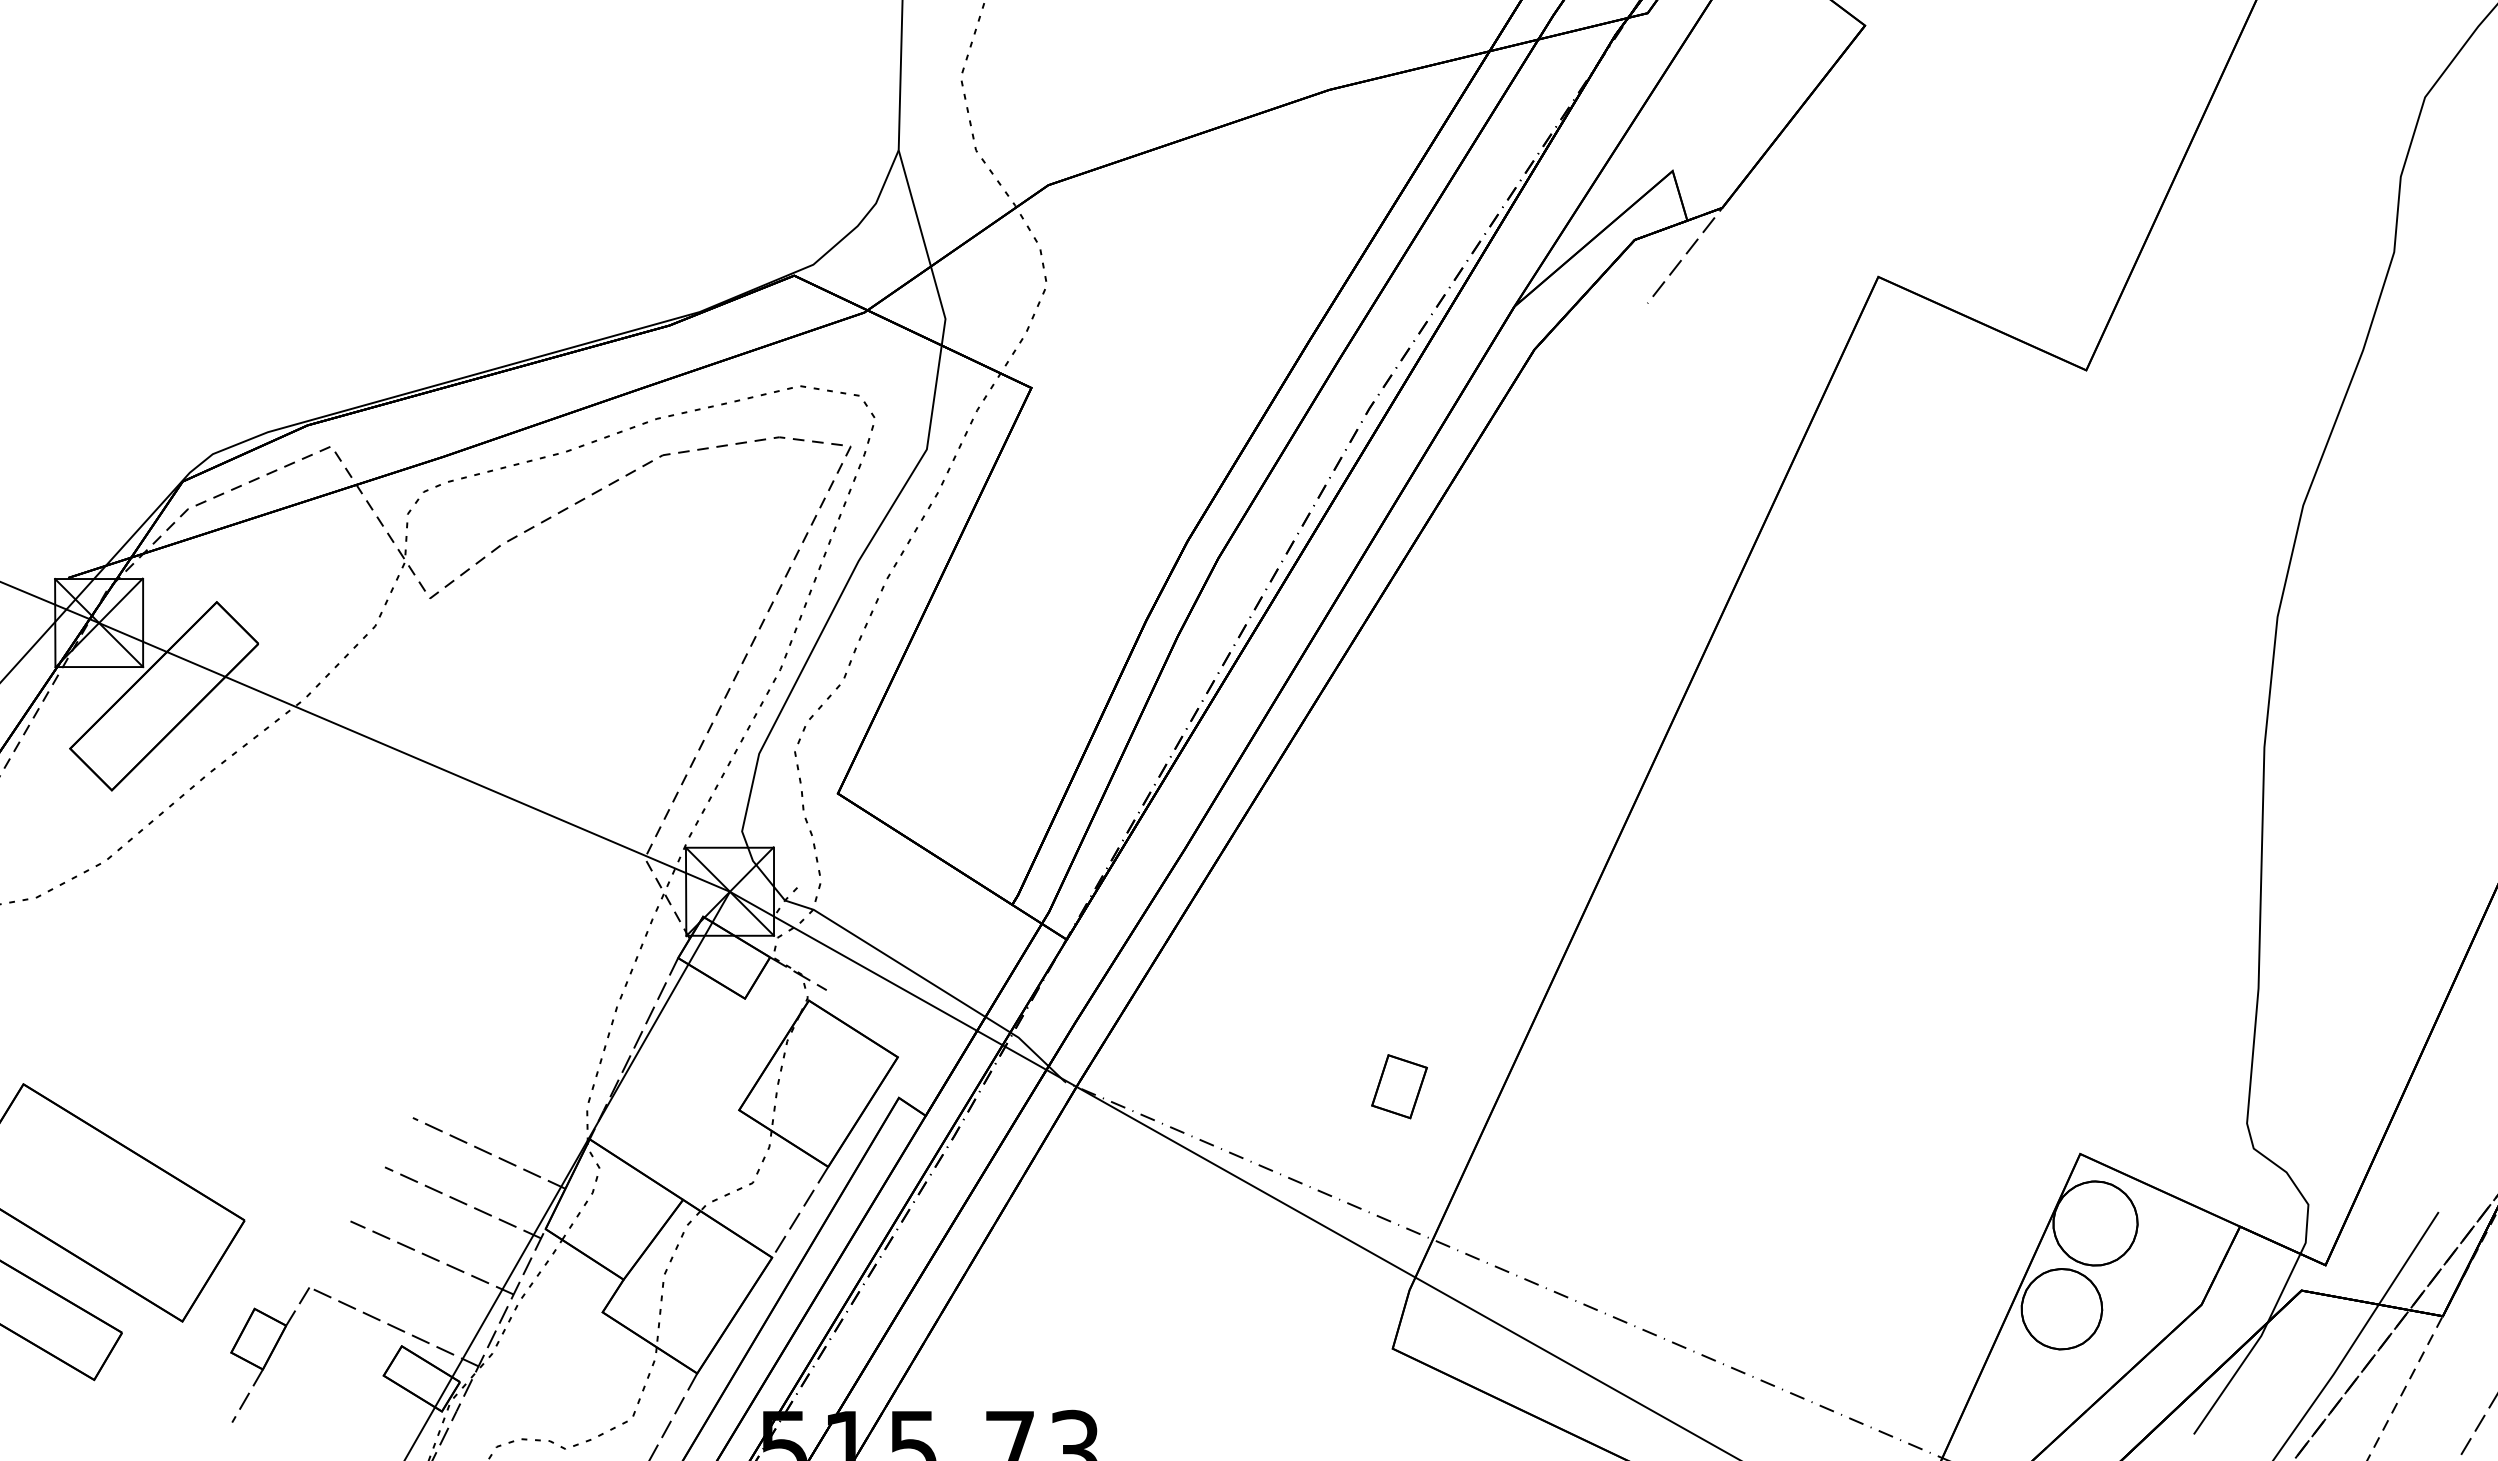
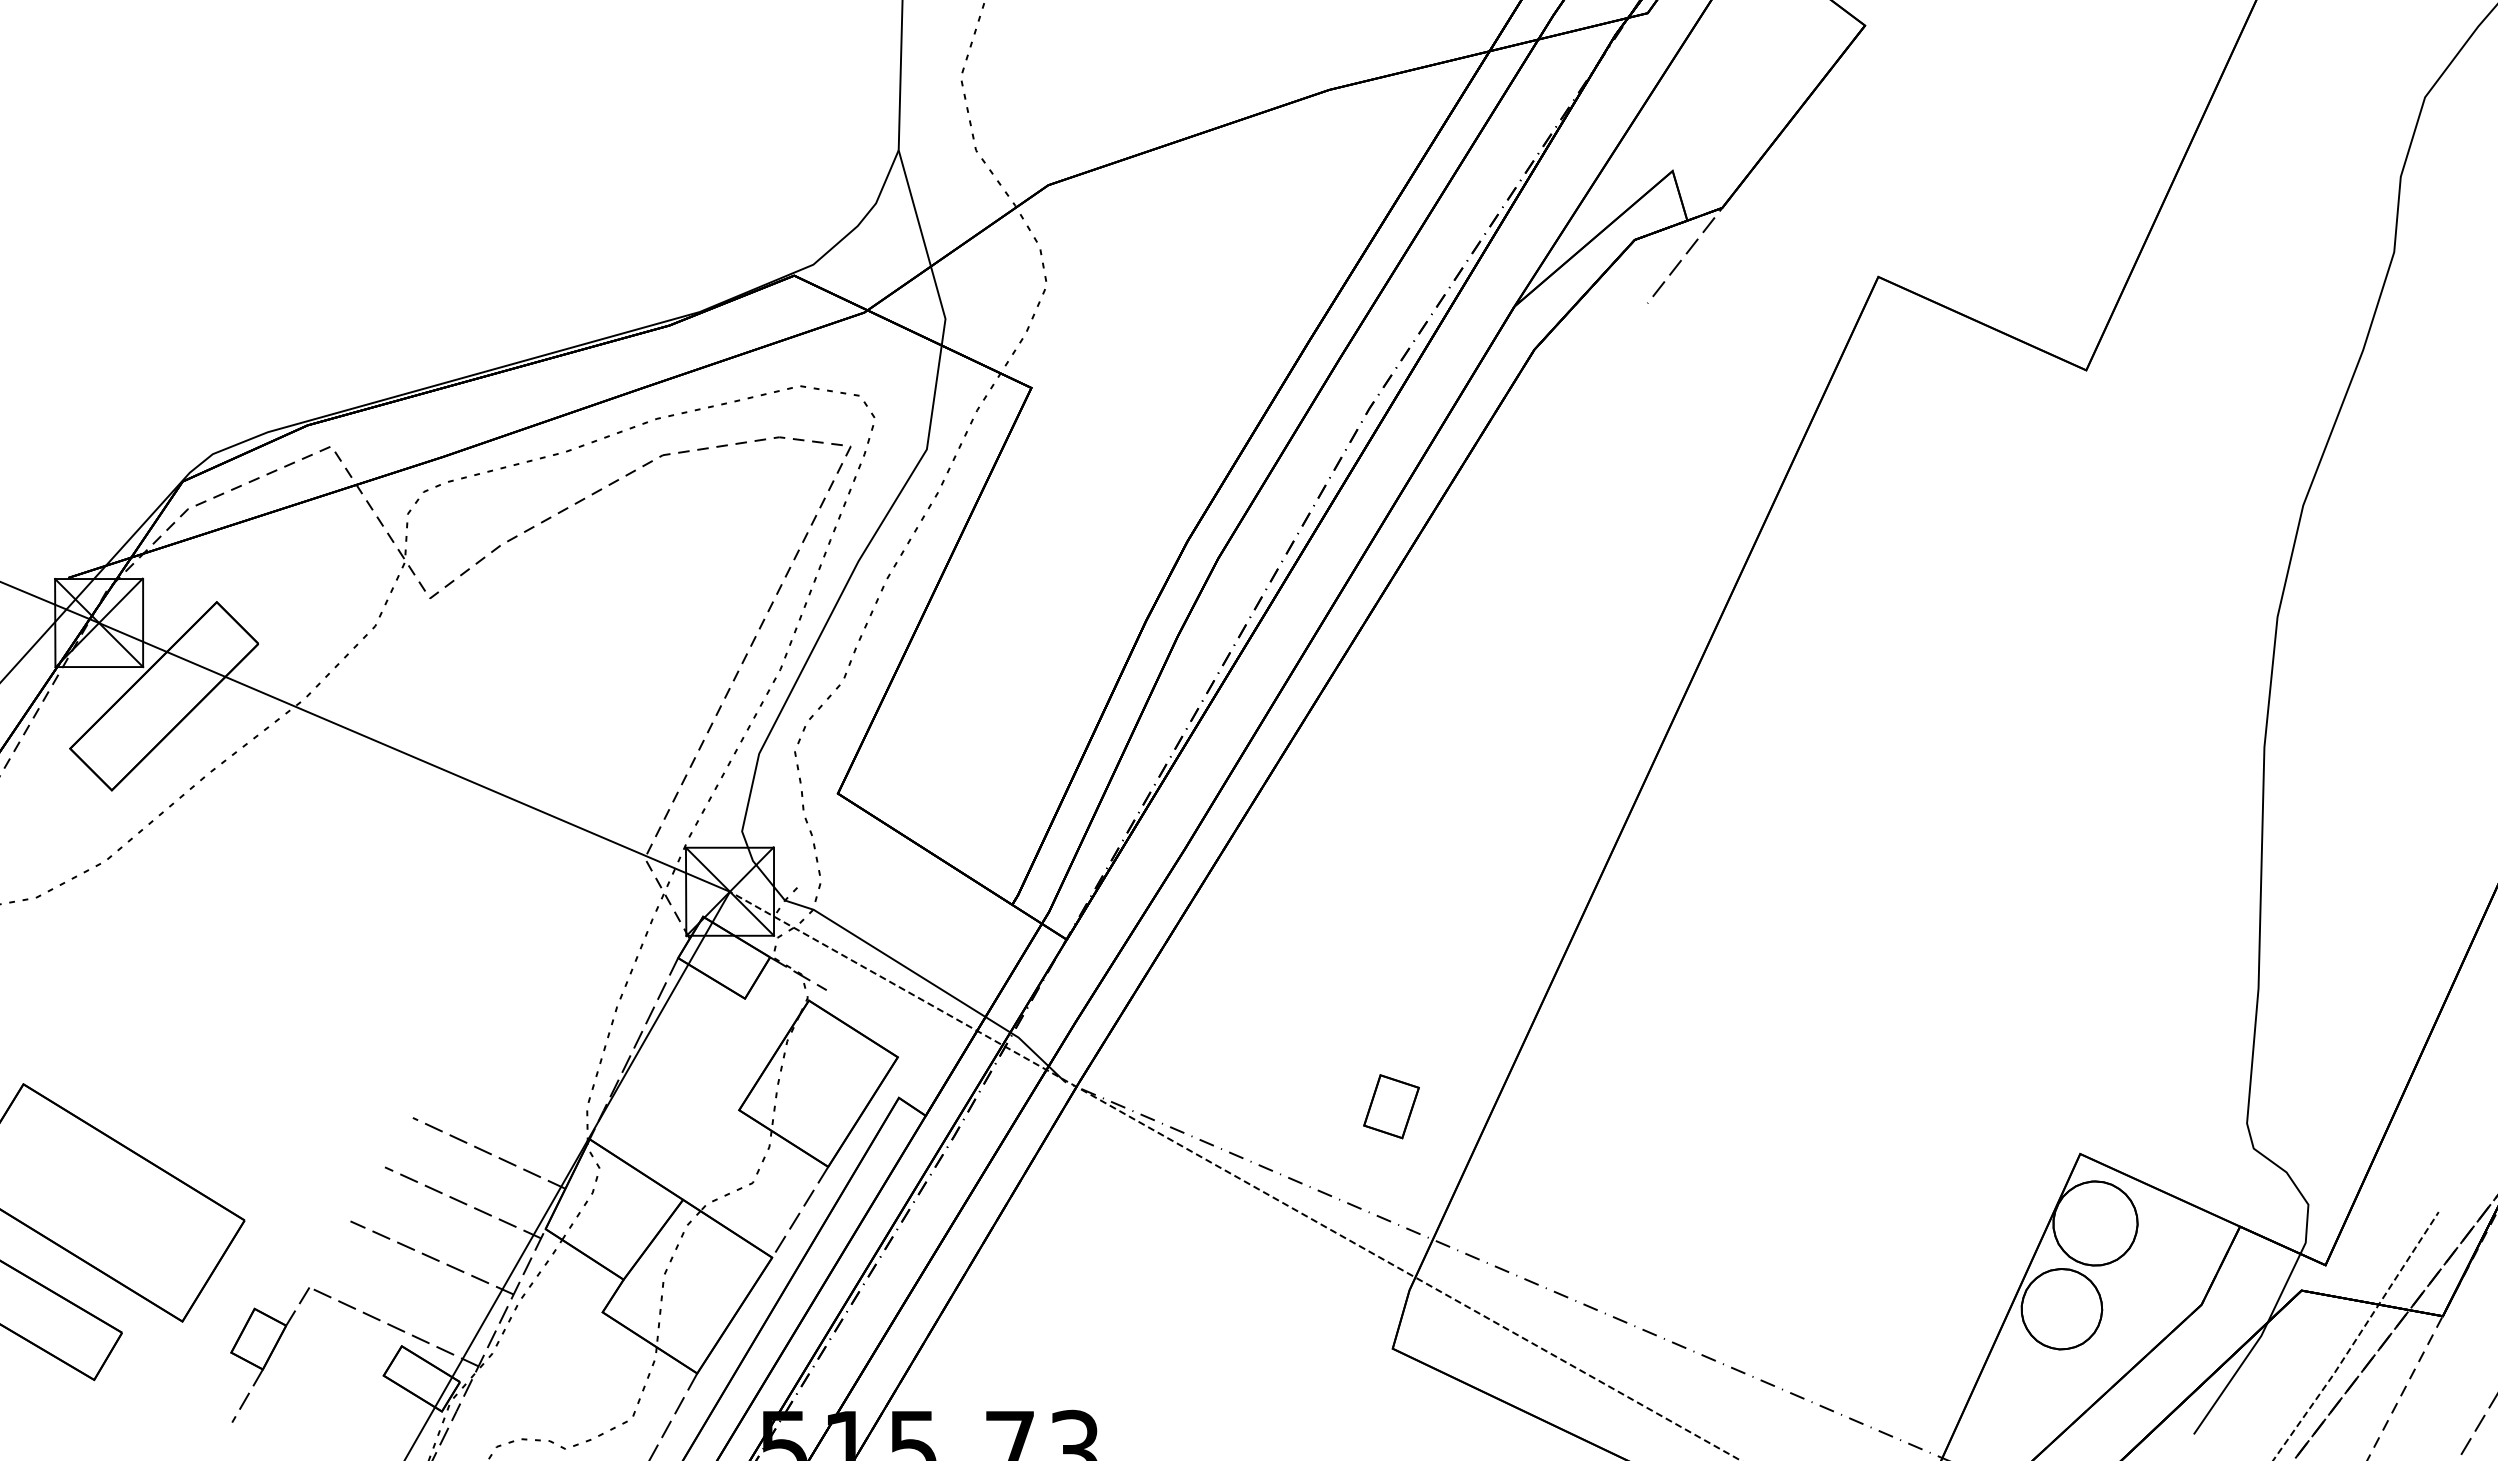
part at (1399, 1086) position: (1399, 1086) -> (1391, 1106)
line at (1235, 1176): solid -> dashed
line at (2357, 1337): solid -> dashed
